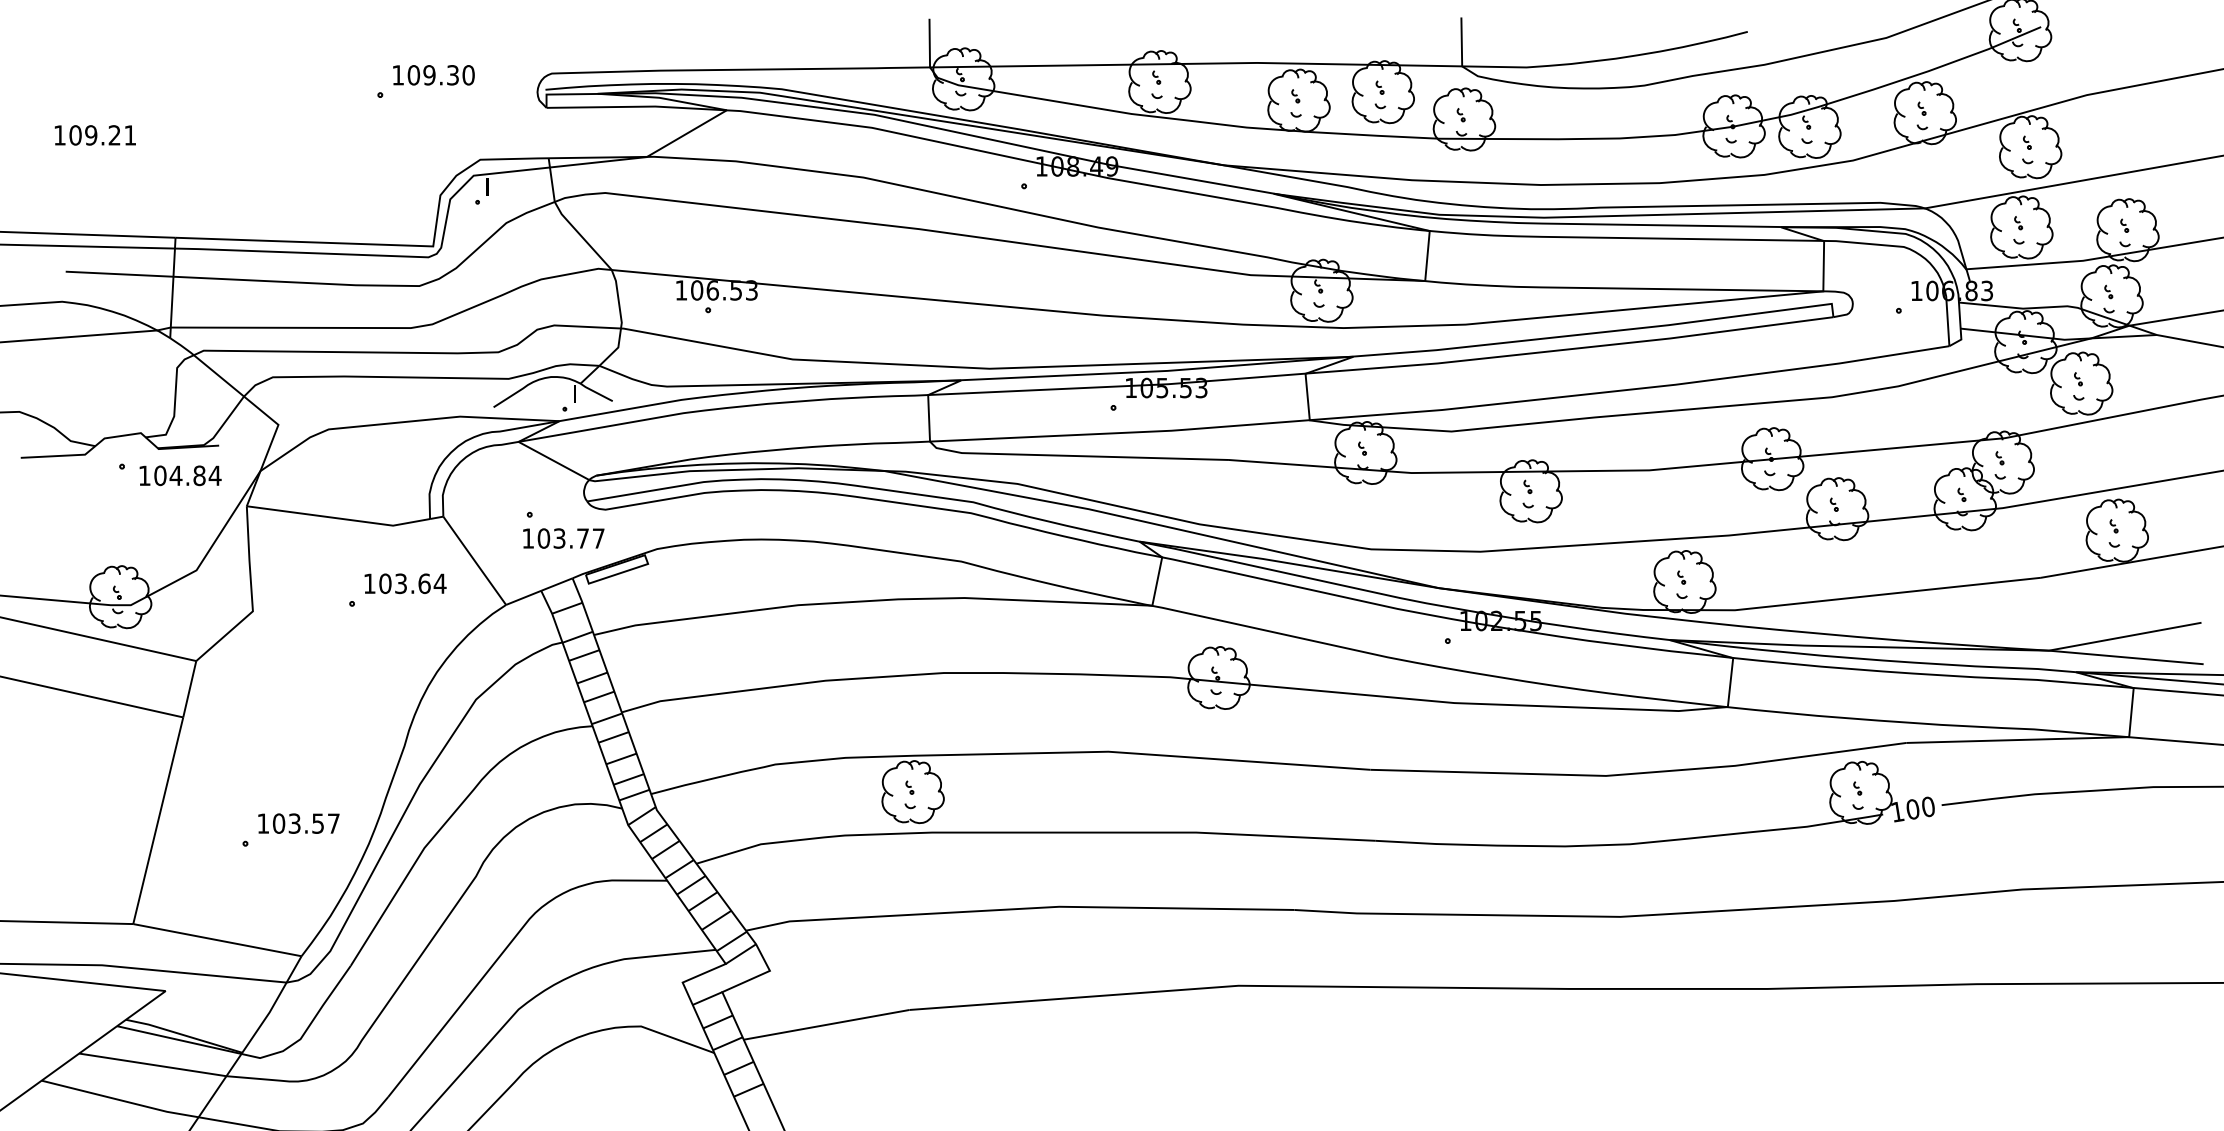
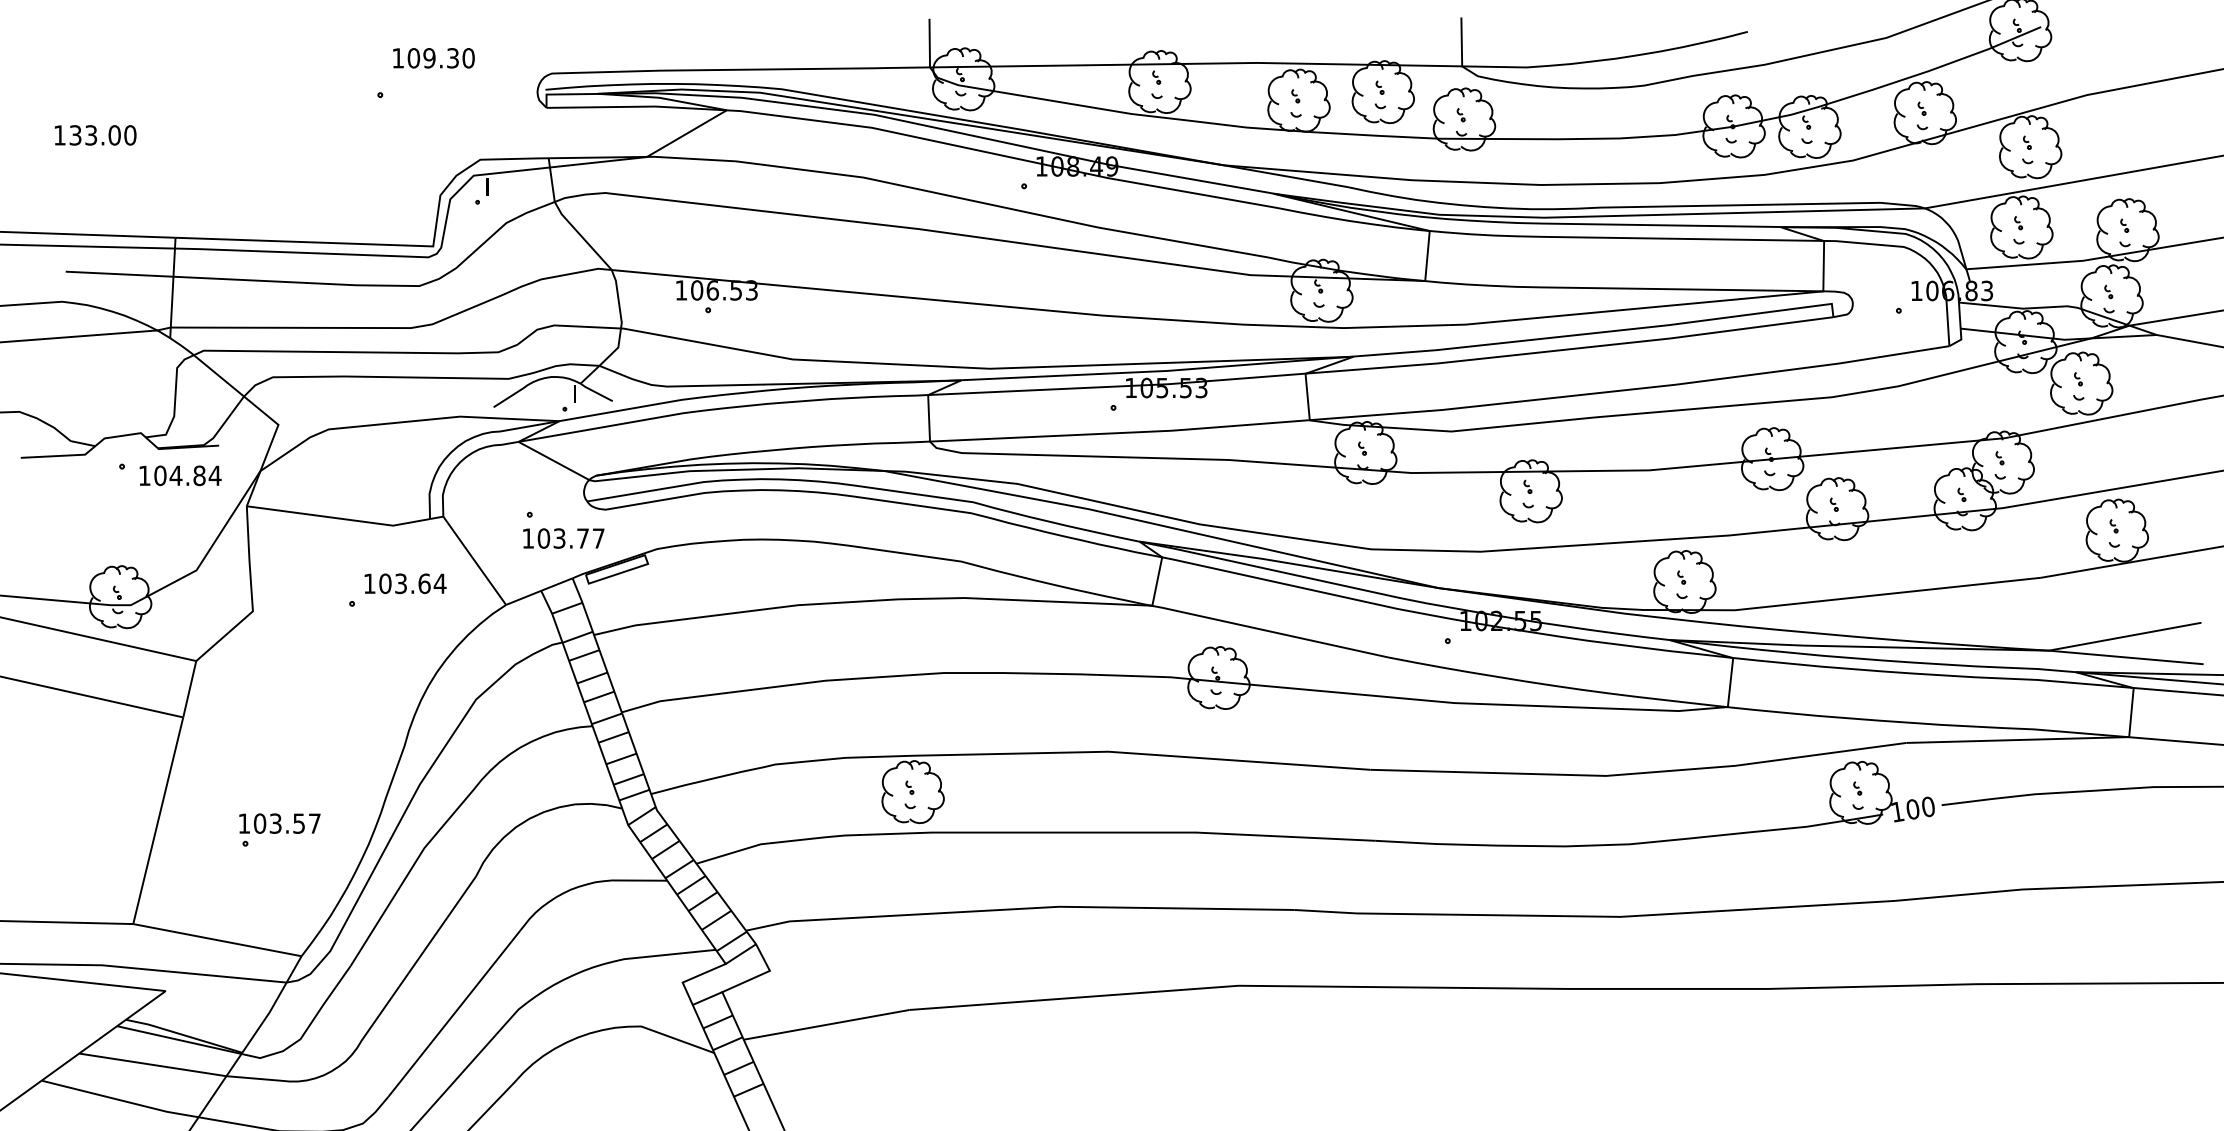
text at (433, 75) position: (433, 75) -> (433, 58)
text at (102, 135): 109.21 -> 133.00
text at (298, 823) position: (298, 823) -> (279, 823)
